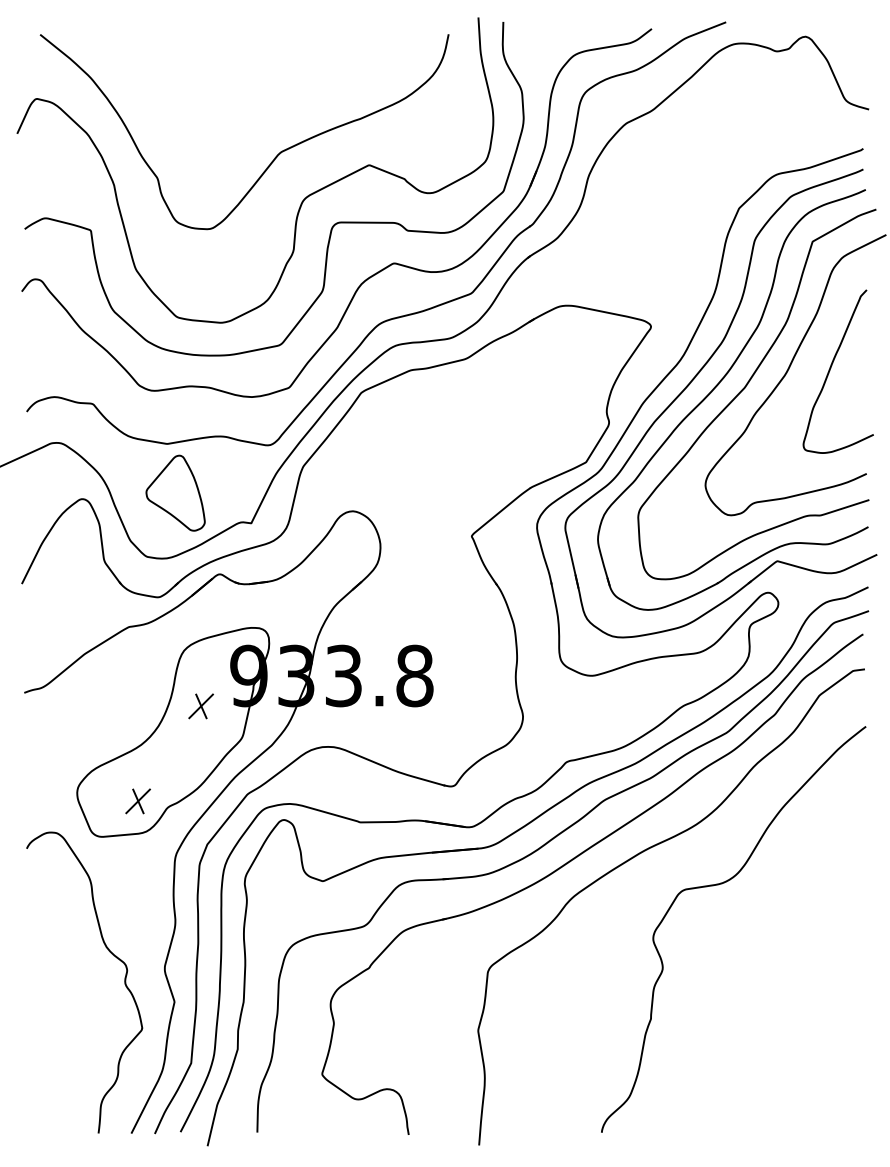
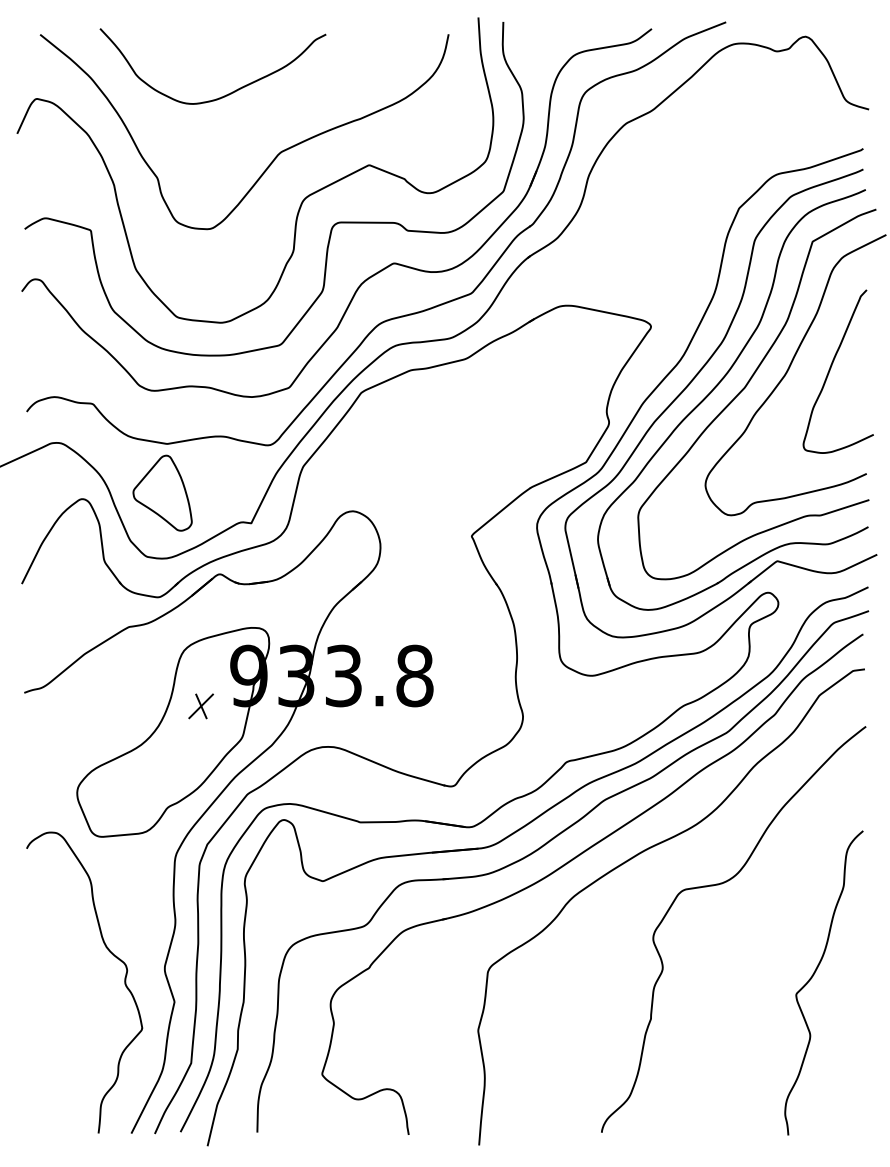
curve at (226, 94): none -> present
part at (175, 492) position: (175, 492) -> (162, 492)
part at (137, 801): present -> none
curve at (813, 976): none -> present
